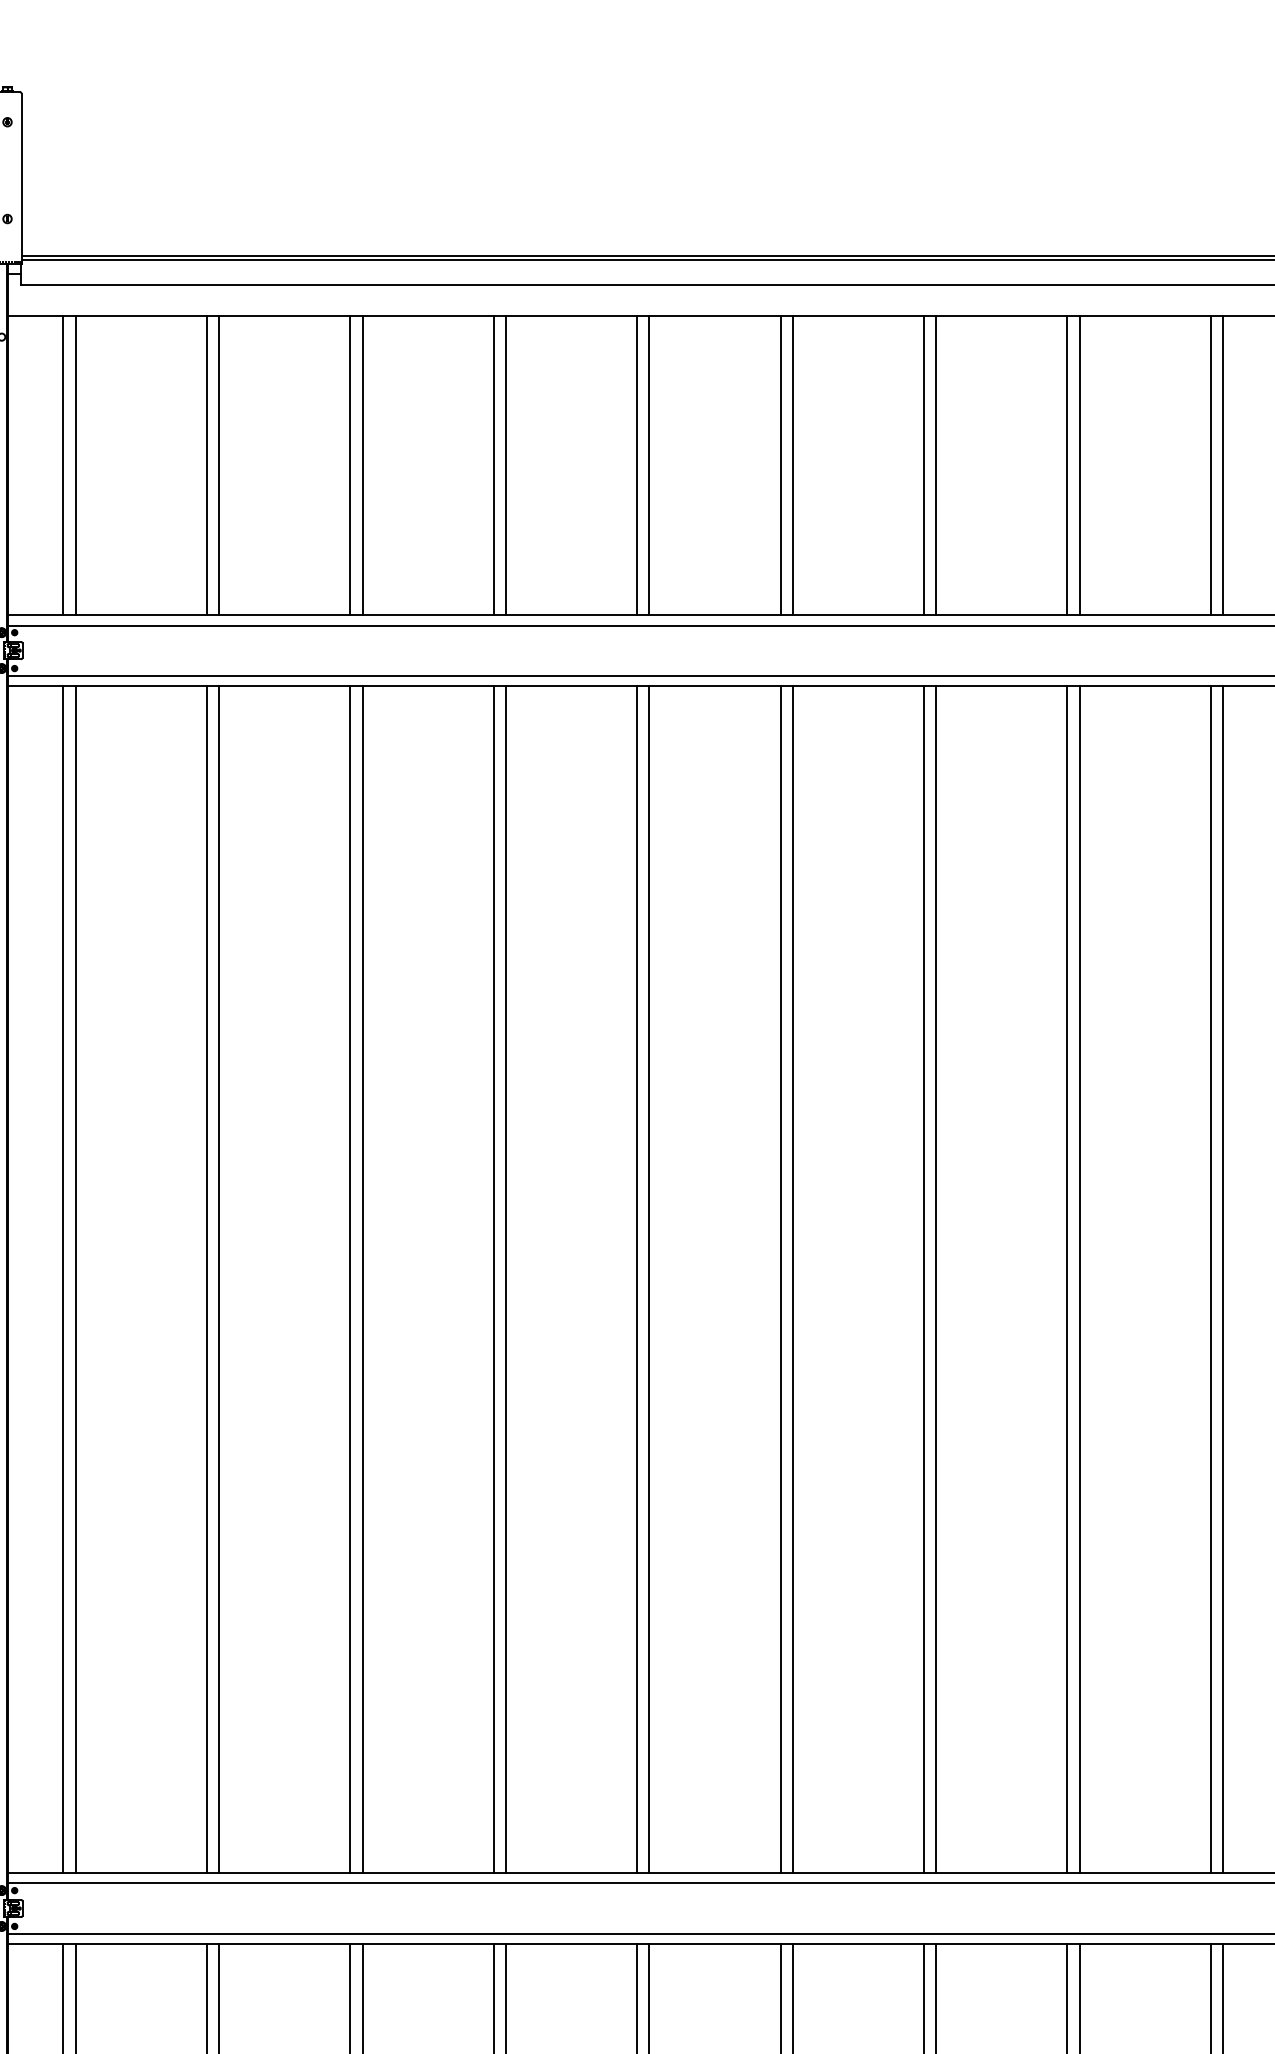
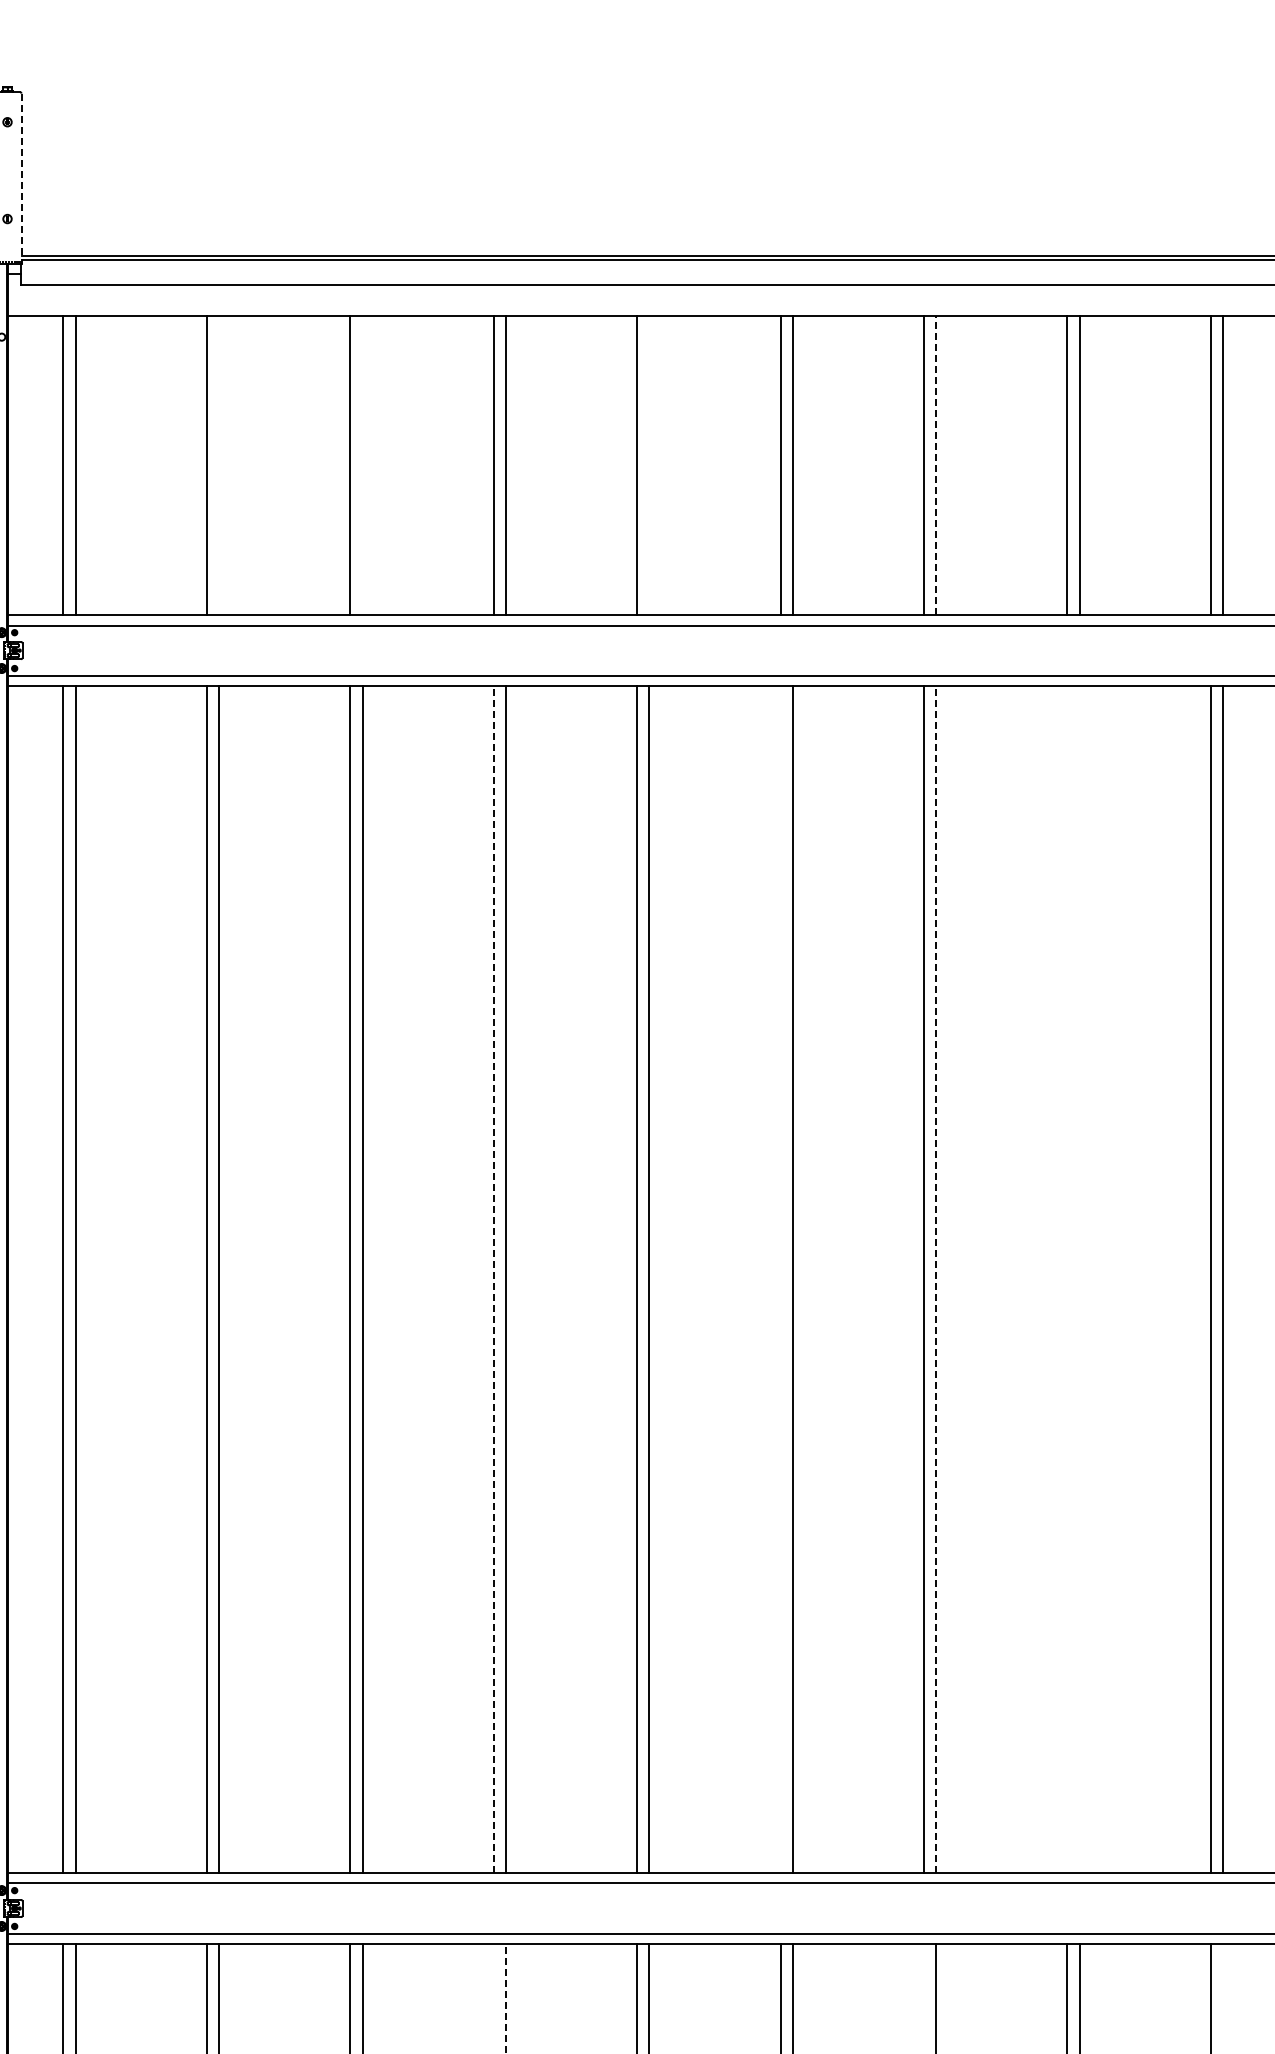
line at (21, 179): solid -> dashed
line at (219, 464): present -> none
line at (362, 464): present -> none
line at (649, 464): present -> none
line at (936, 465): solid -> dashed
line at (493, 1279): solid -> dashed
line at (780, 1279): present -> none
line at (936, 1279): solid -> dashed
line at (1067, 1279): present -> none
line at (1079, 1279): present -> none
line at (493, 1997): present -> none
line at (924, 1997): present -> none
line at (1223, 1997): present -> none
line at (505, 1998): solid -> dashed
